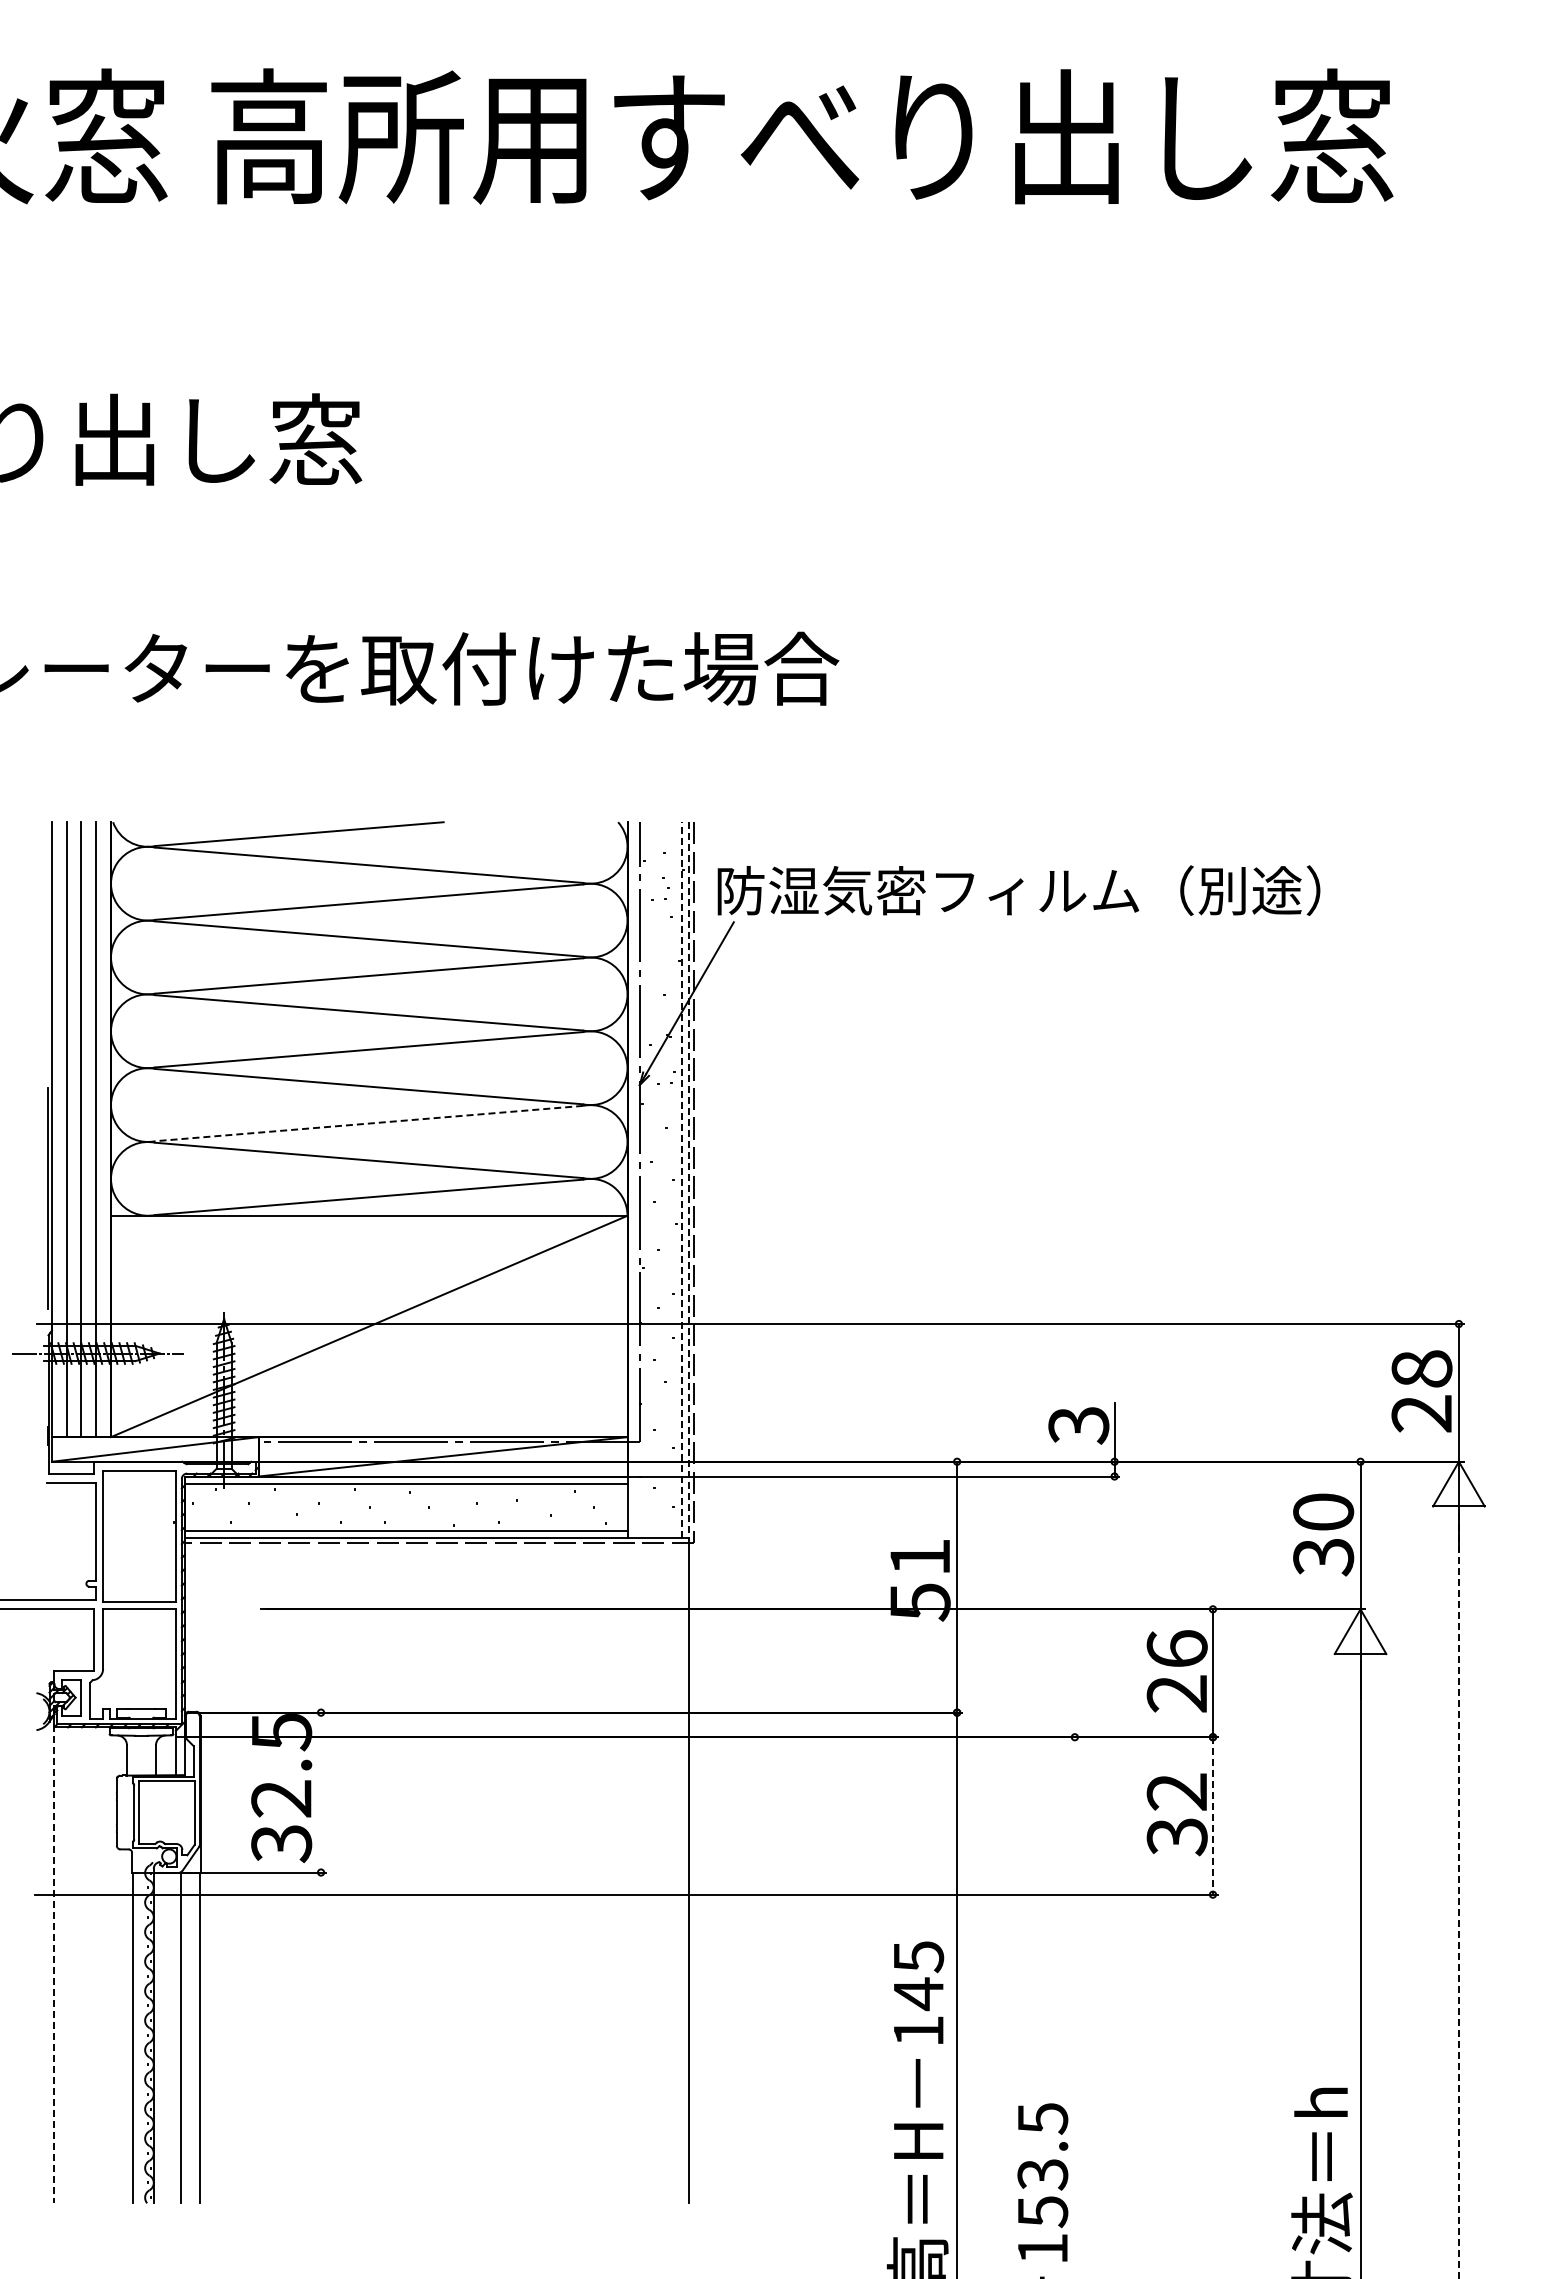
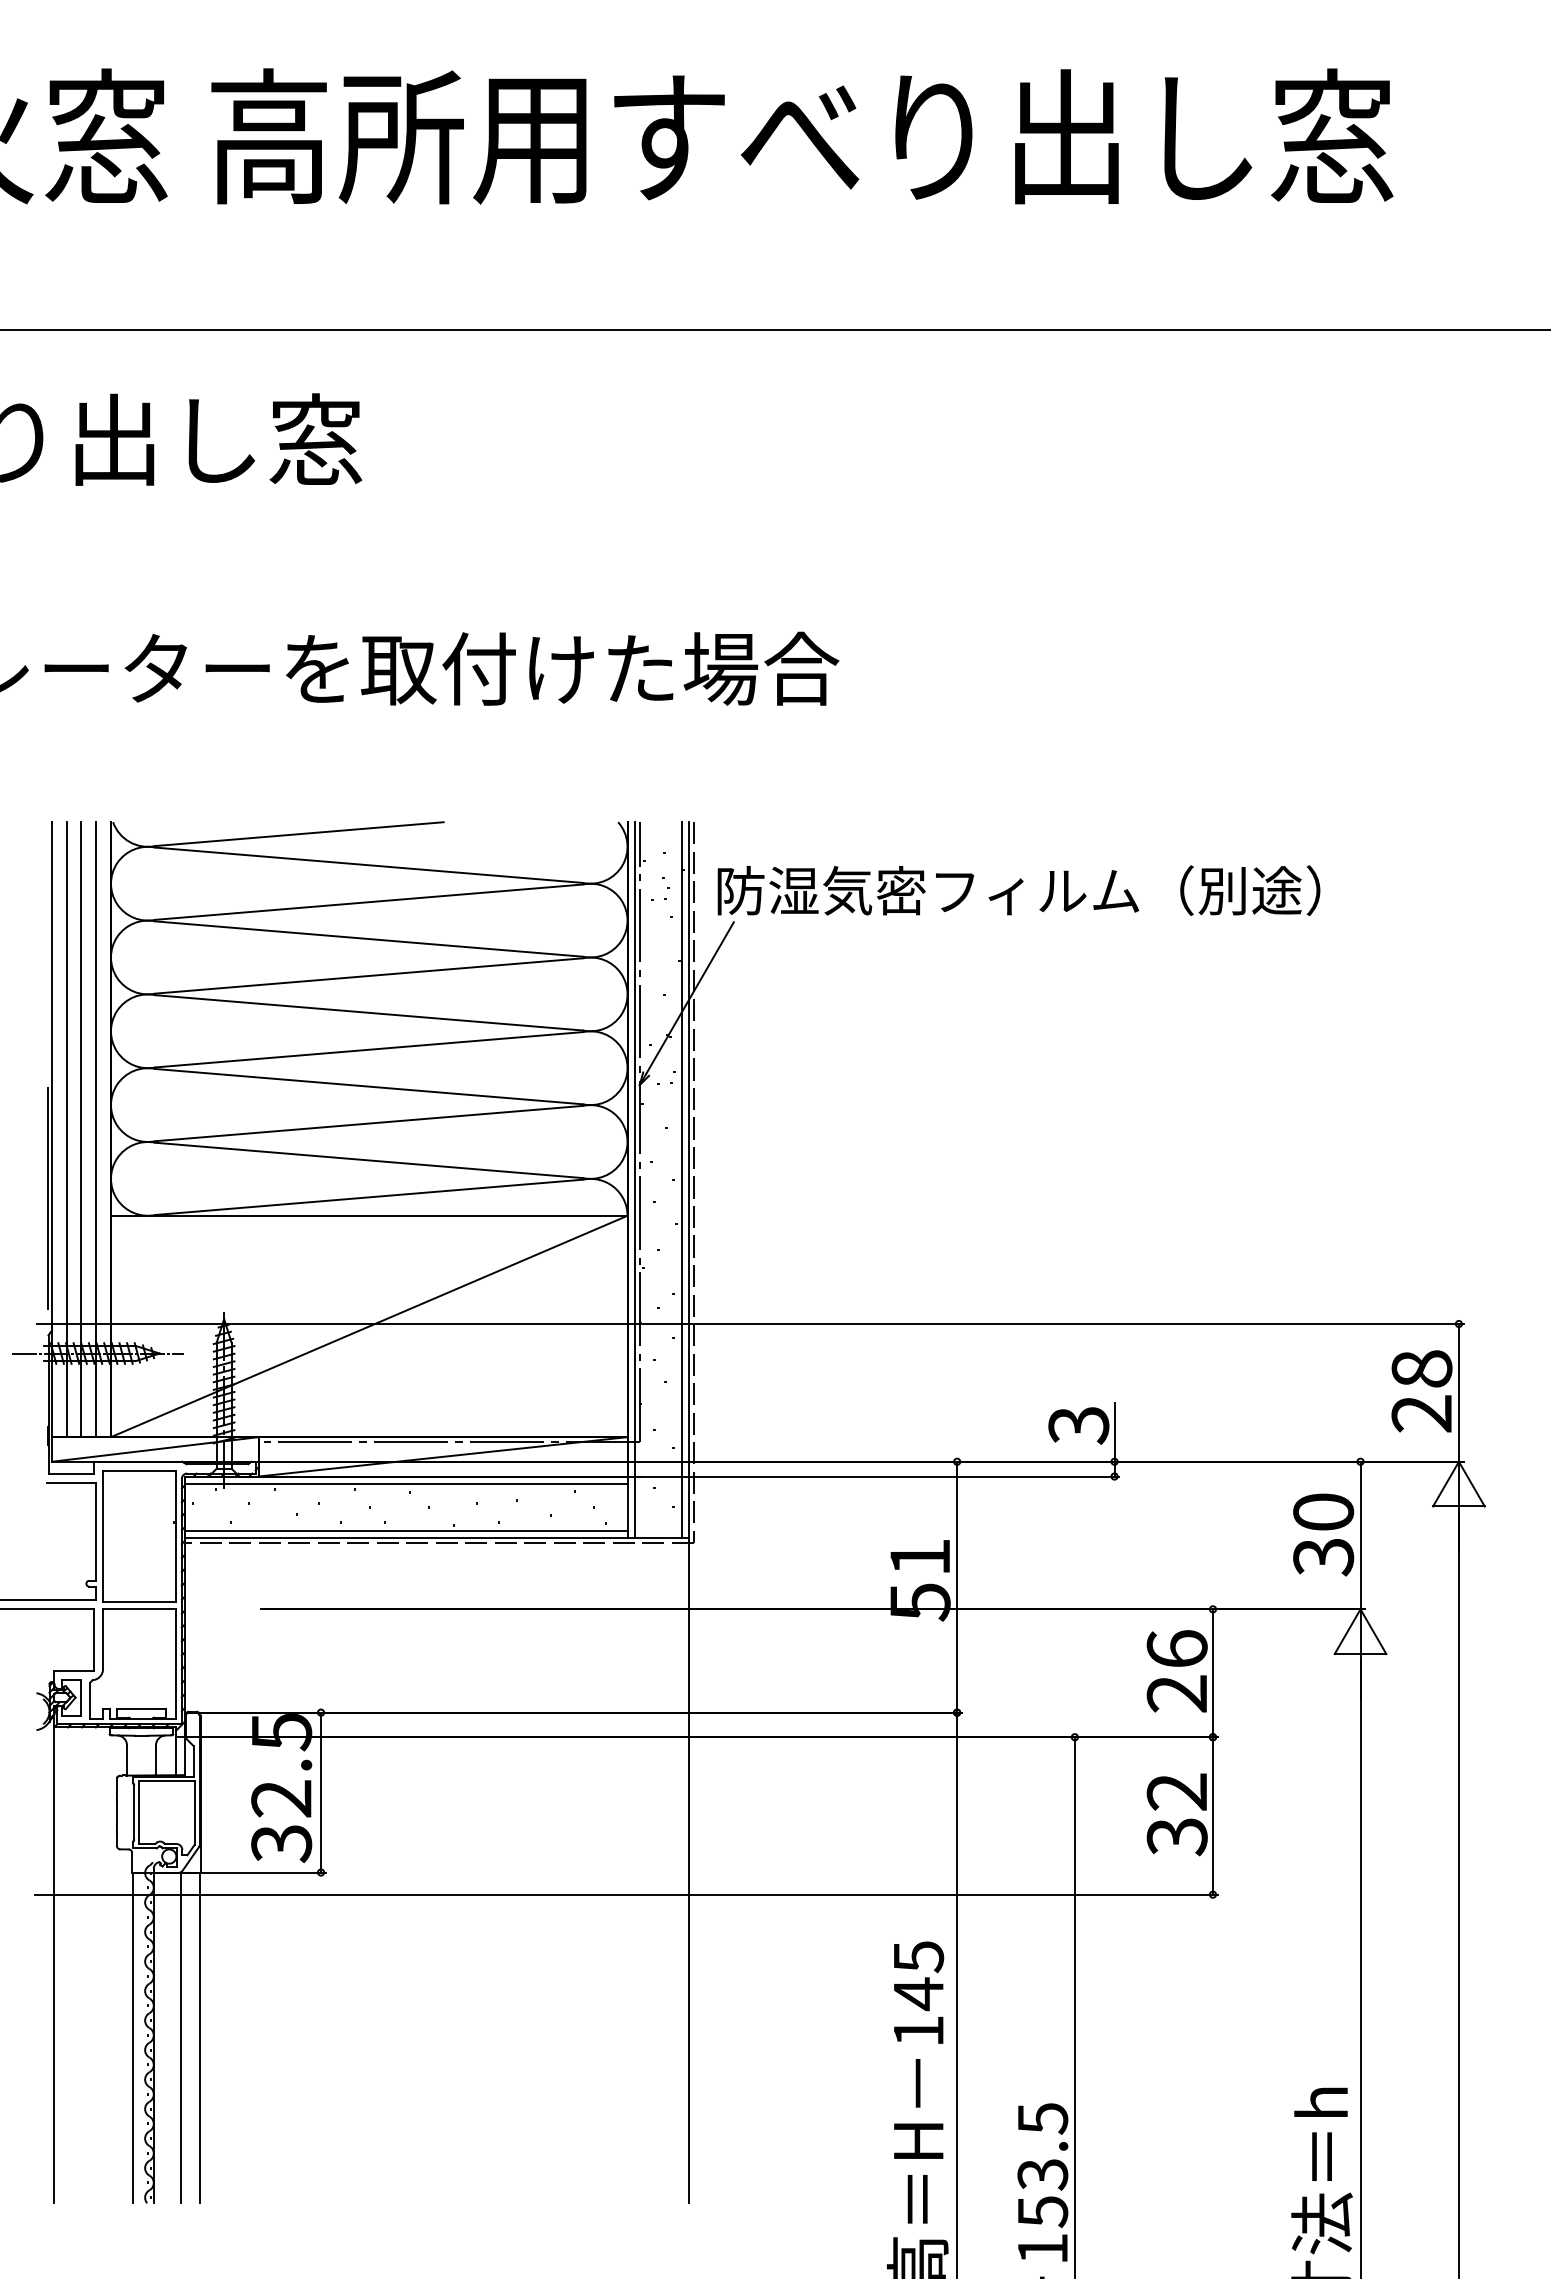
line at (774, 330): none -> present
line at (369, 1123): dashed -> solid
line at (634, 1180): none -> present
line at (681, 1180): dashed -> solid
line at (689, 1180): dashed -> solid
line at (321, 1792): none -> present
line at (1212, 1815): dashed -> solid
line at (1458, 1896): dashed -> solid
line at (54, 1964): dashed -> solid
line at (1074, 2006): none -> present
